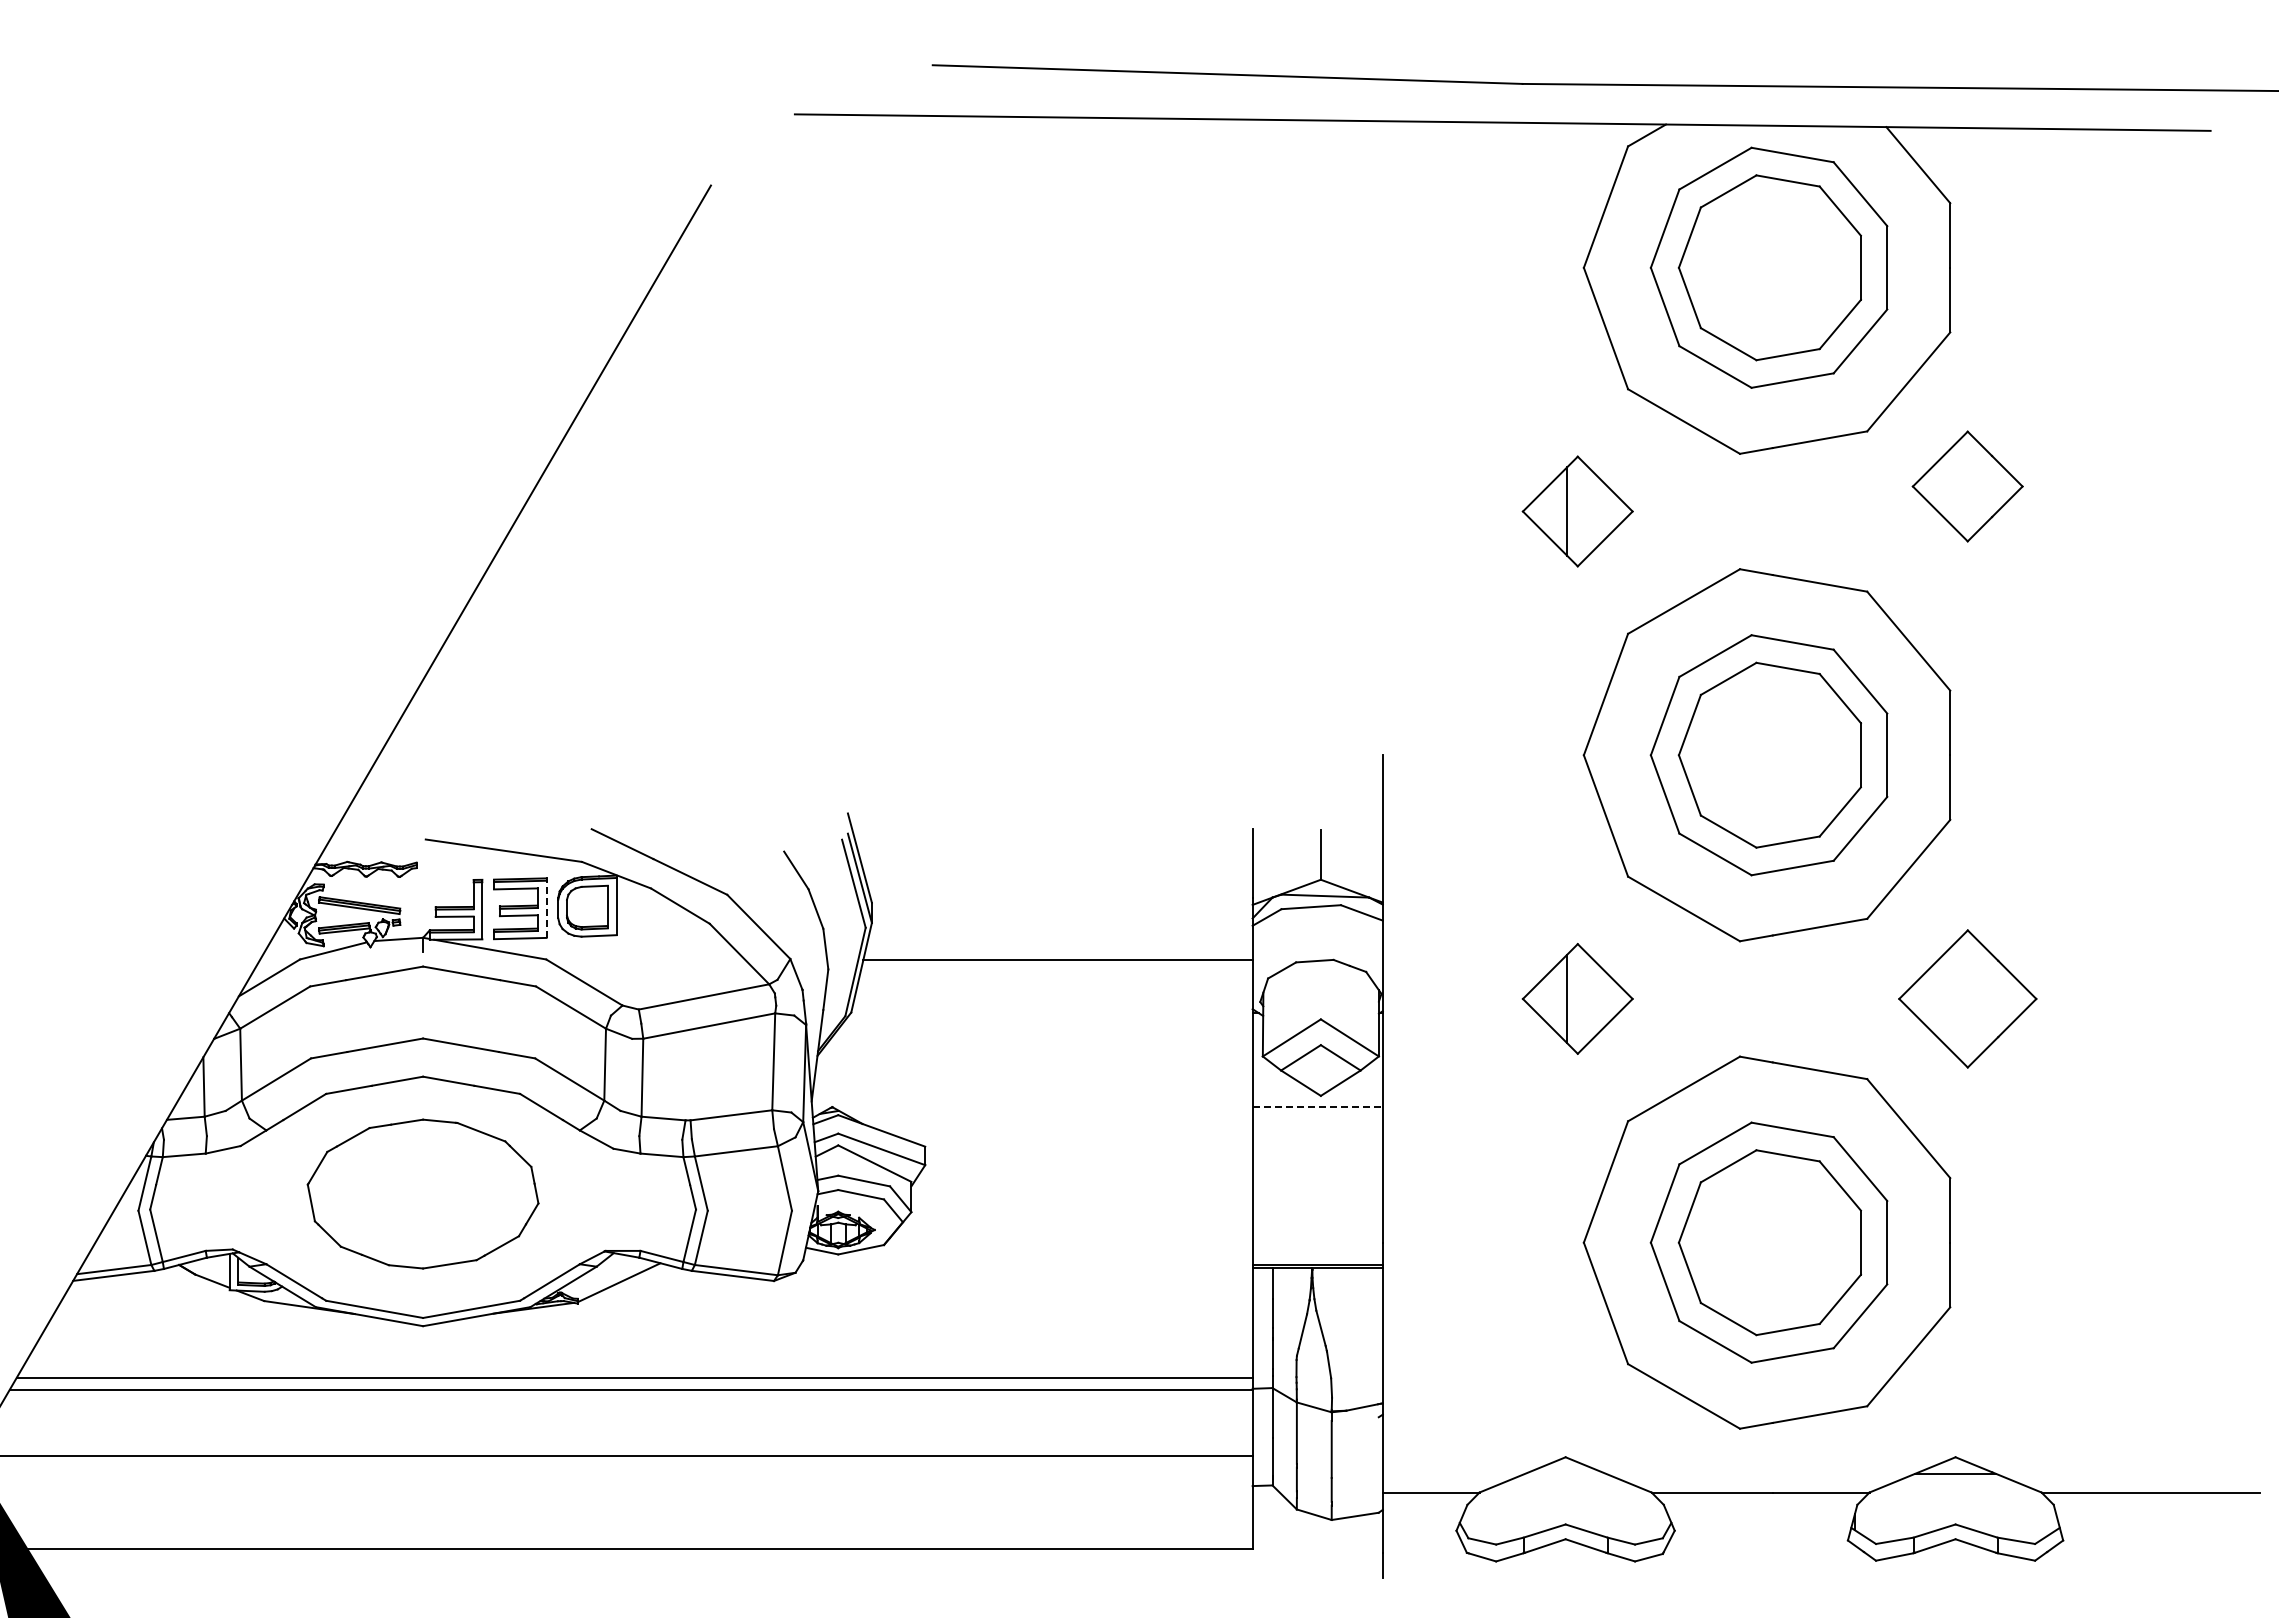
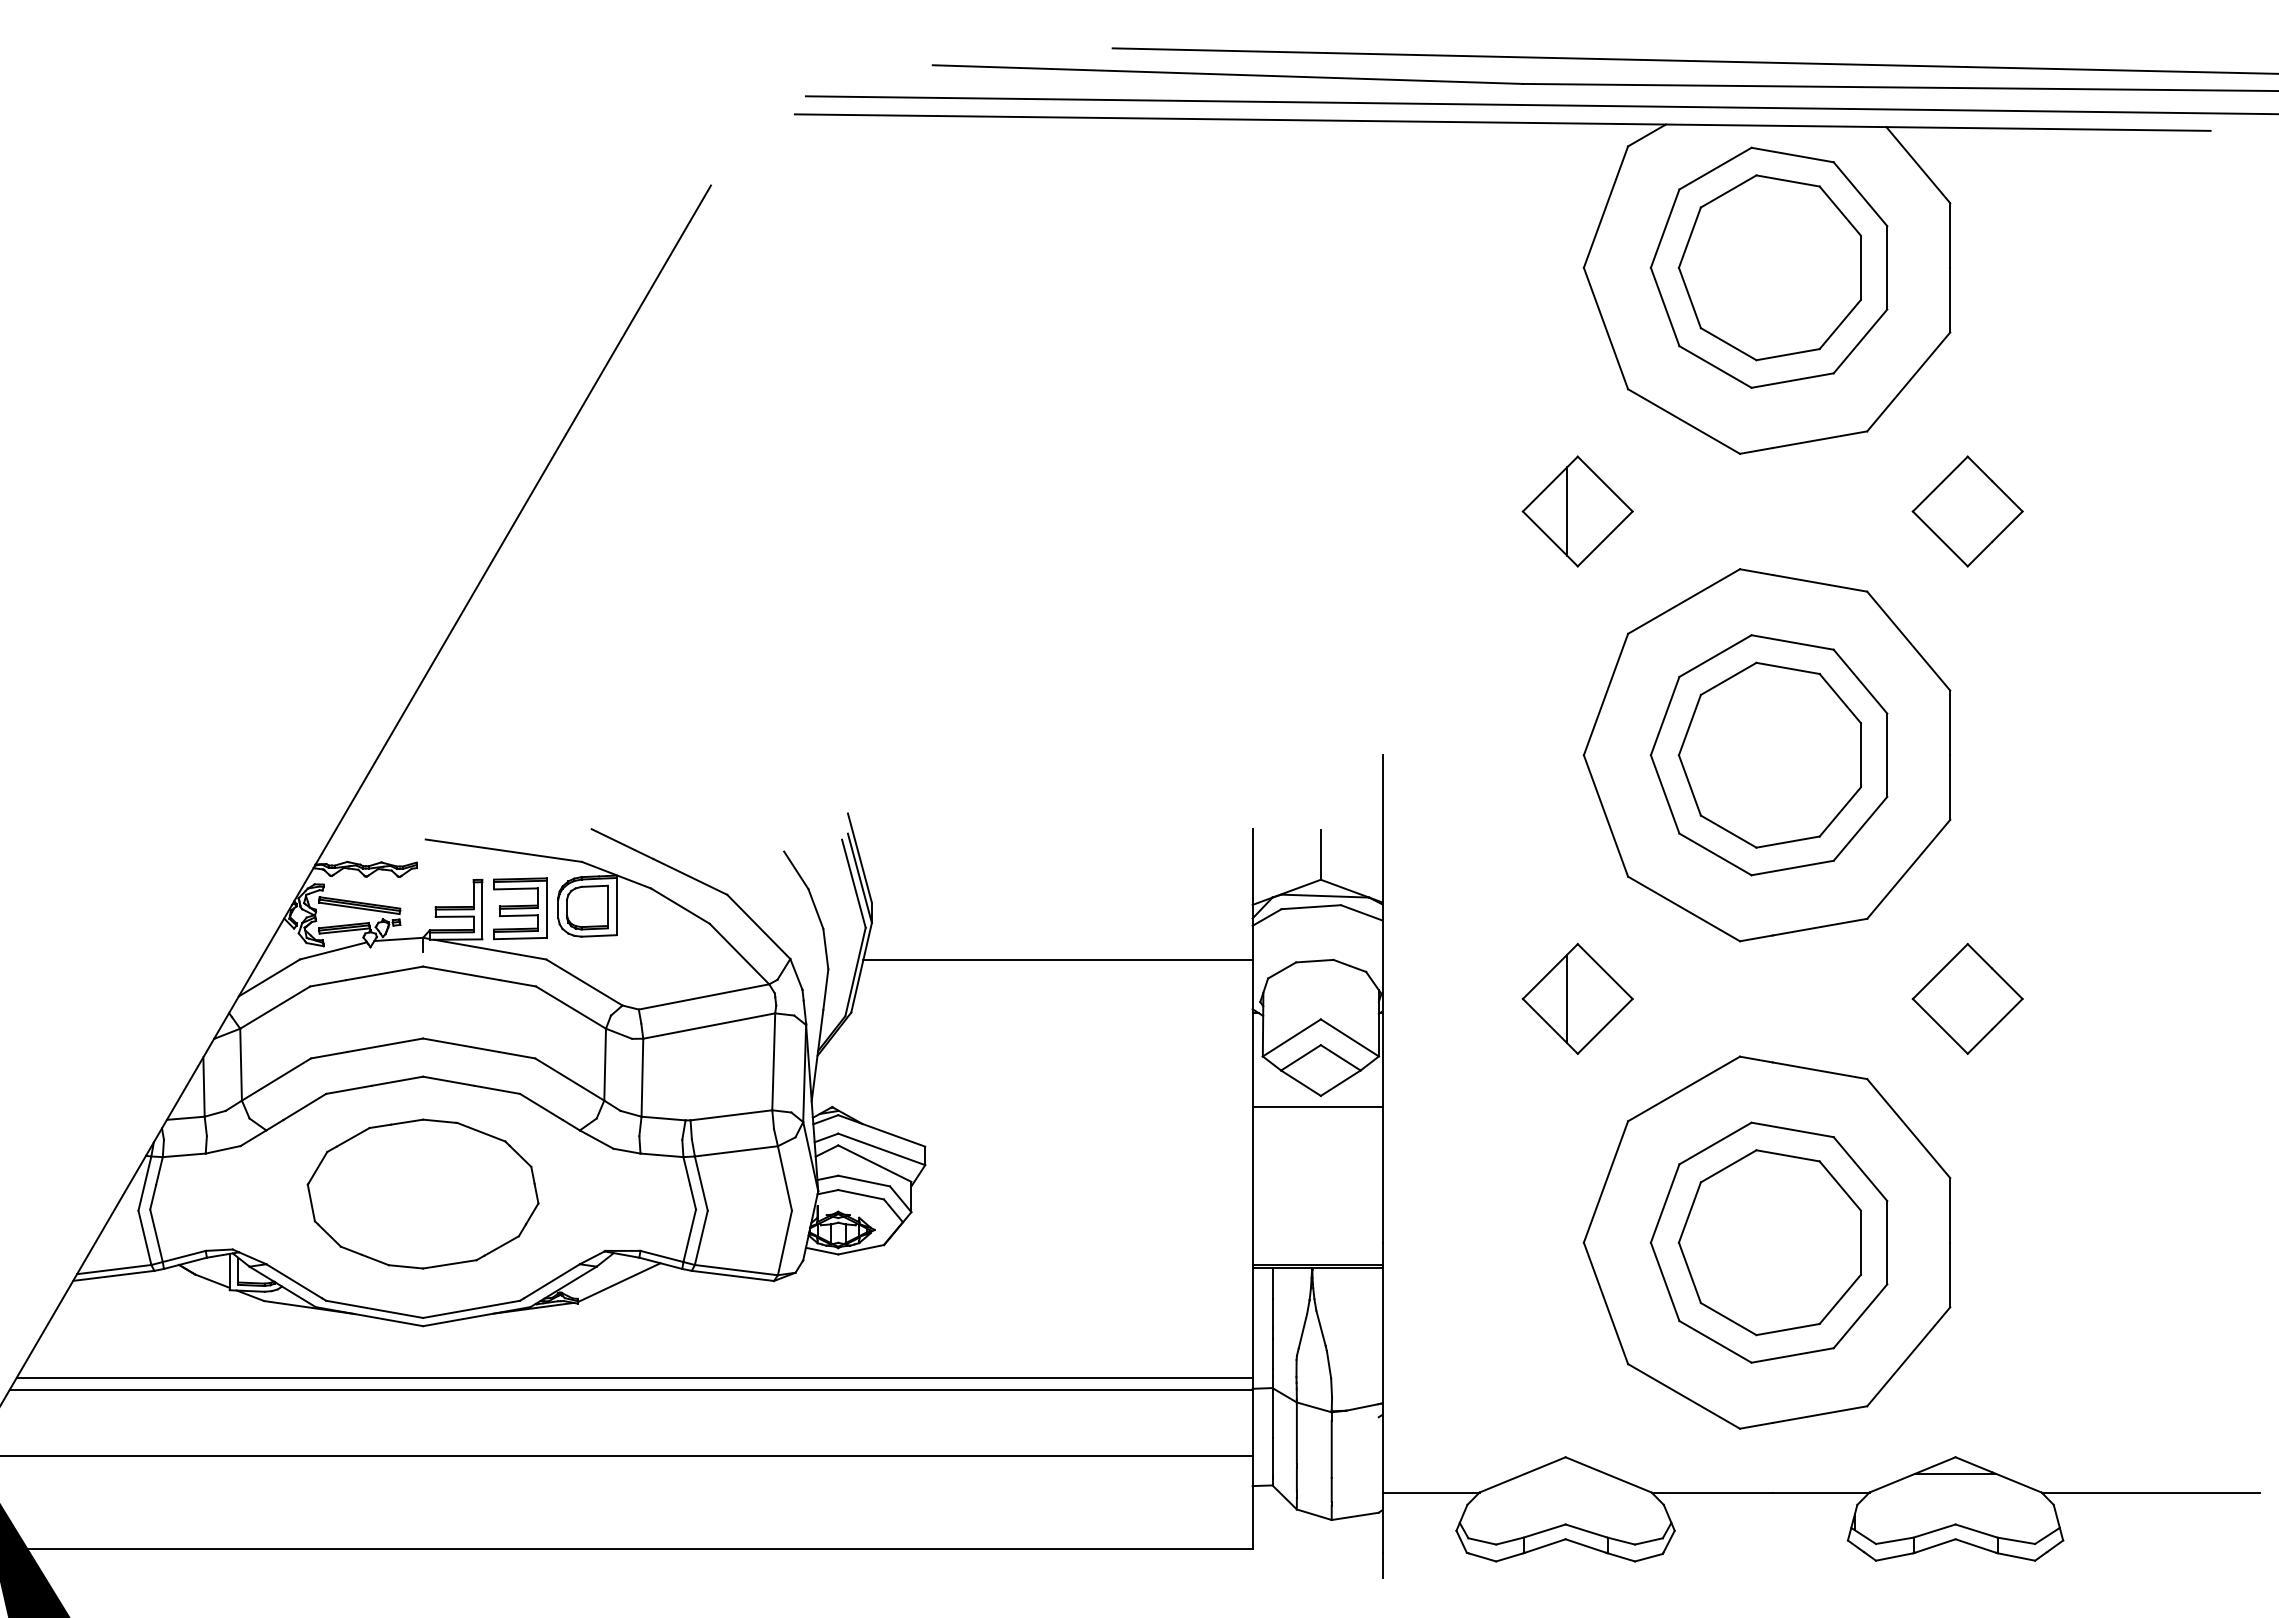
line at (1693, 60): none -> present
line at (1540, 105): none -> present
part at (1967, 486) position: (1967, 486) -> (1967, 511)
line at (546, 909): dashed -> solid
part at (1967, 998) size: 140x140 px -> 113x112 px
line at (1318, 1107): dashed -> solid
